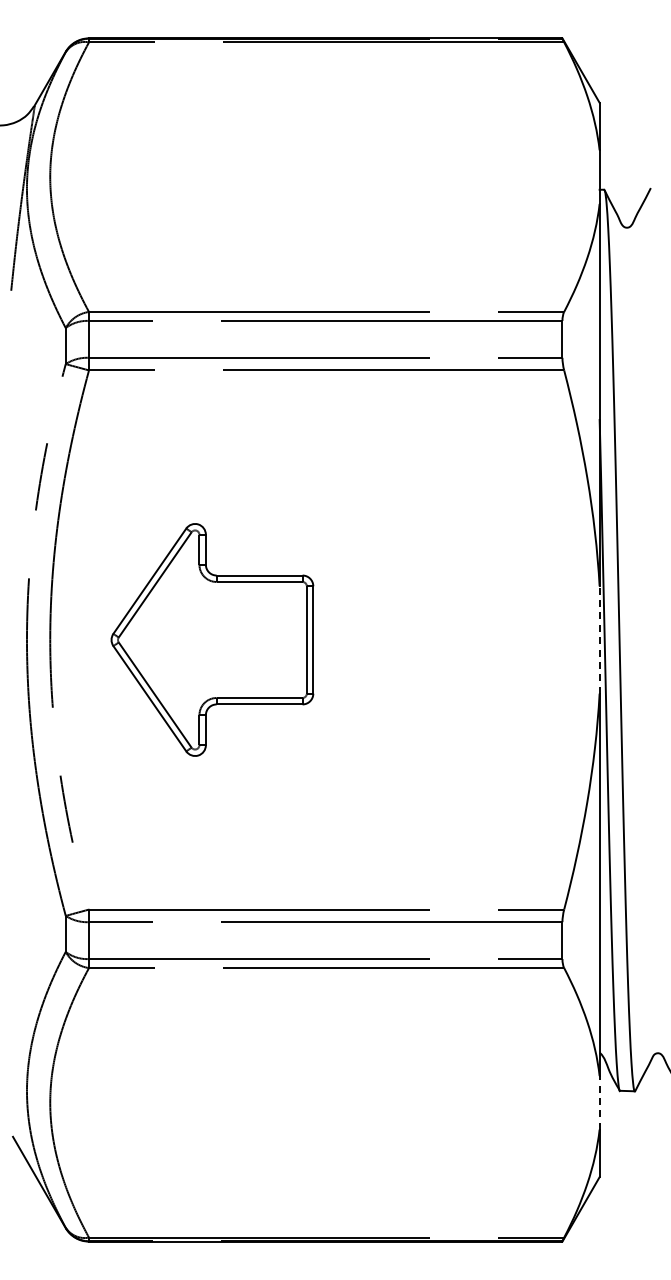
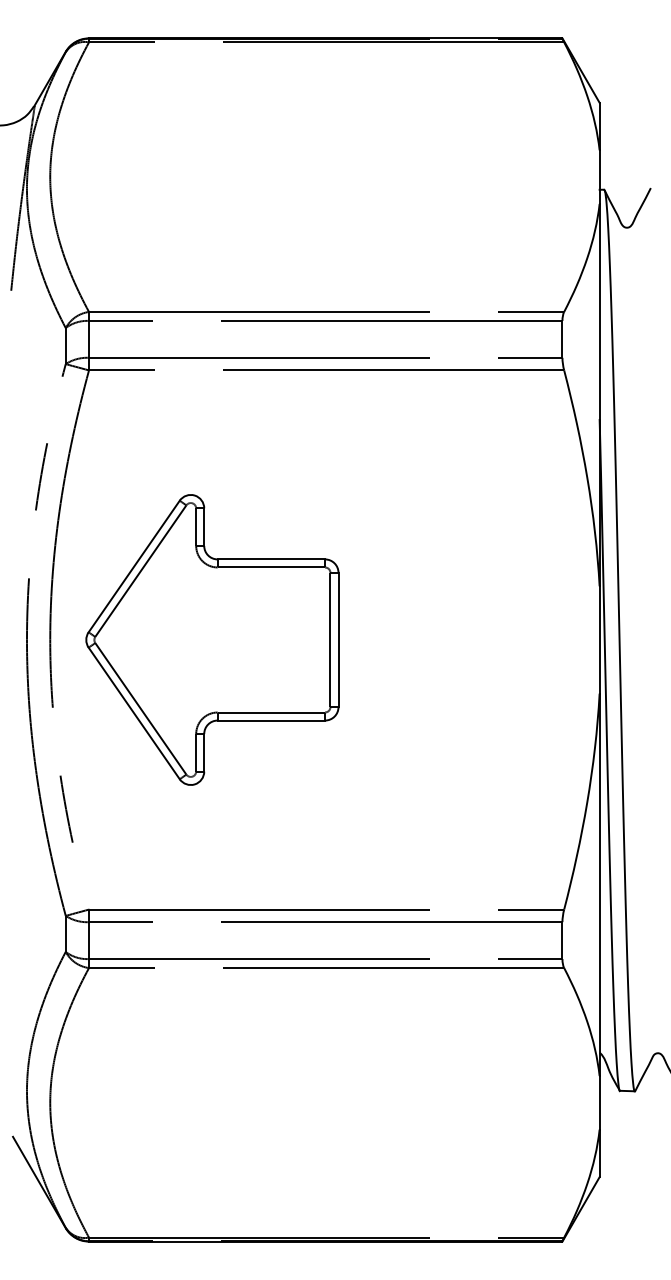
part at (212, 639) size: 205x234 px -> 255x292 px
line at (599, 639): dashed -> solid
line at (599, 1102): dashed -> solid
